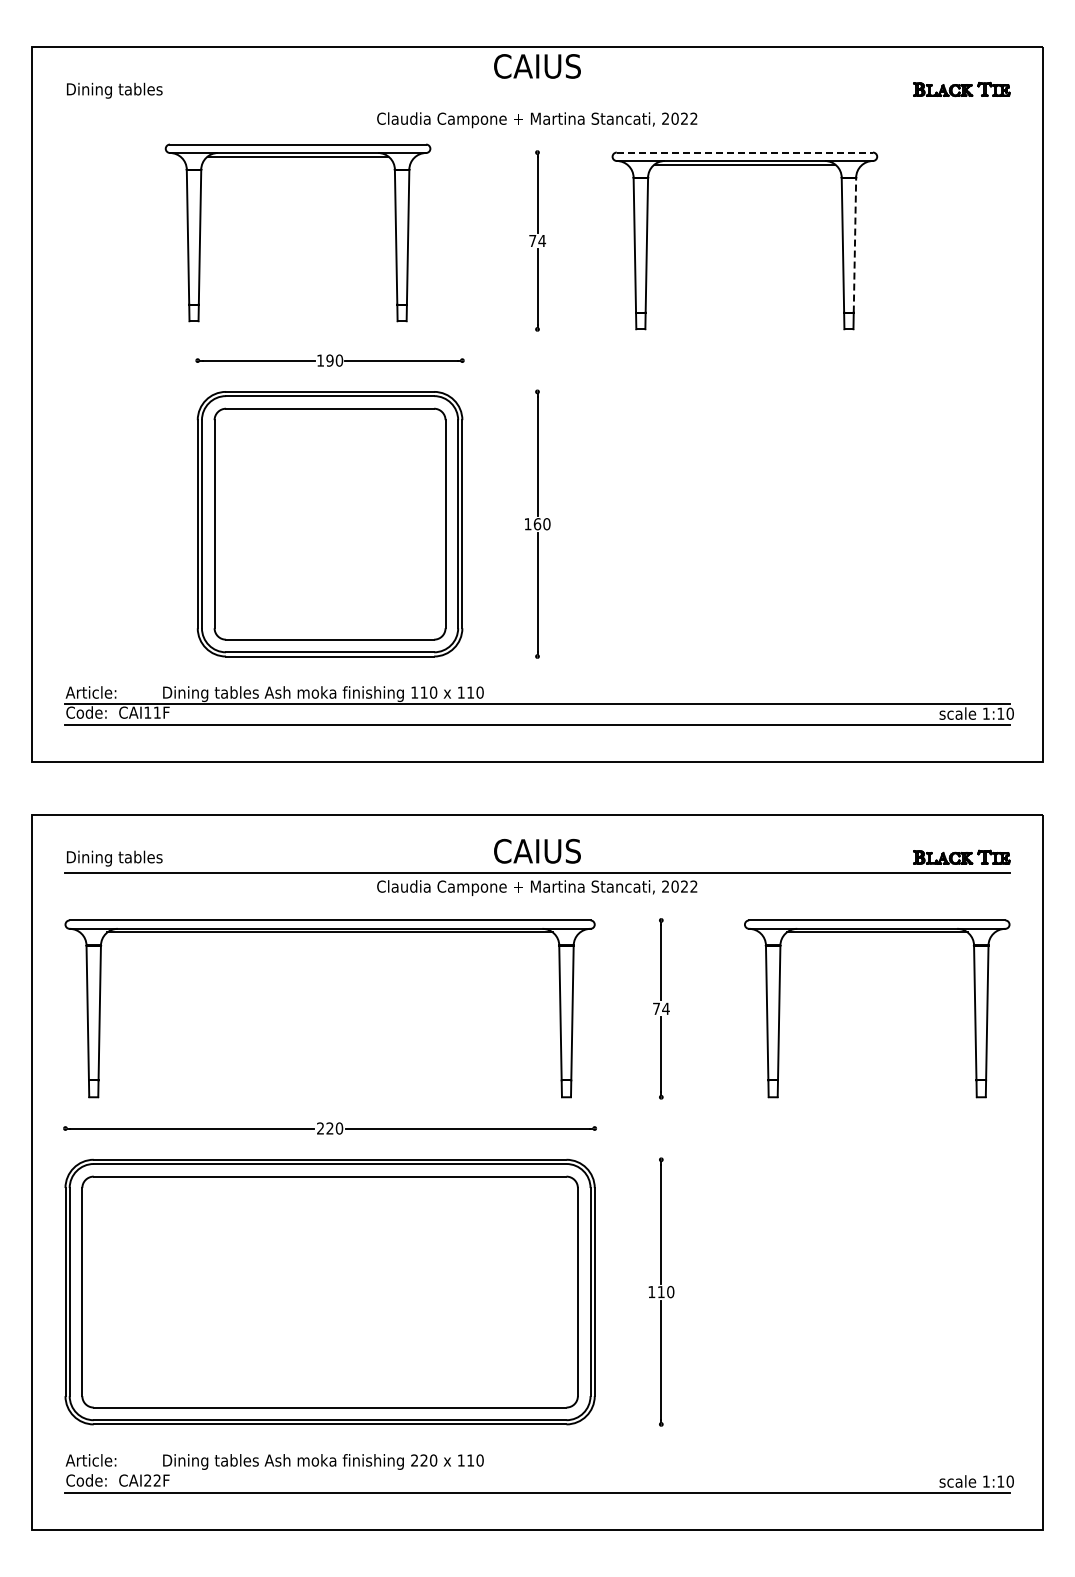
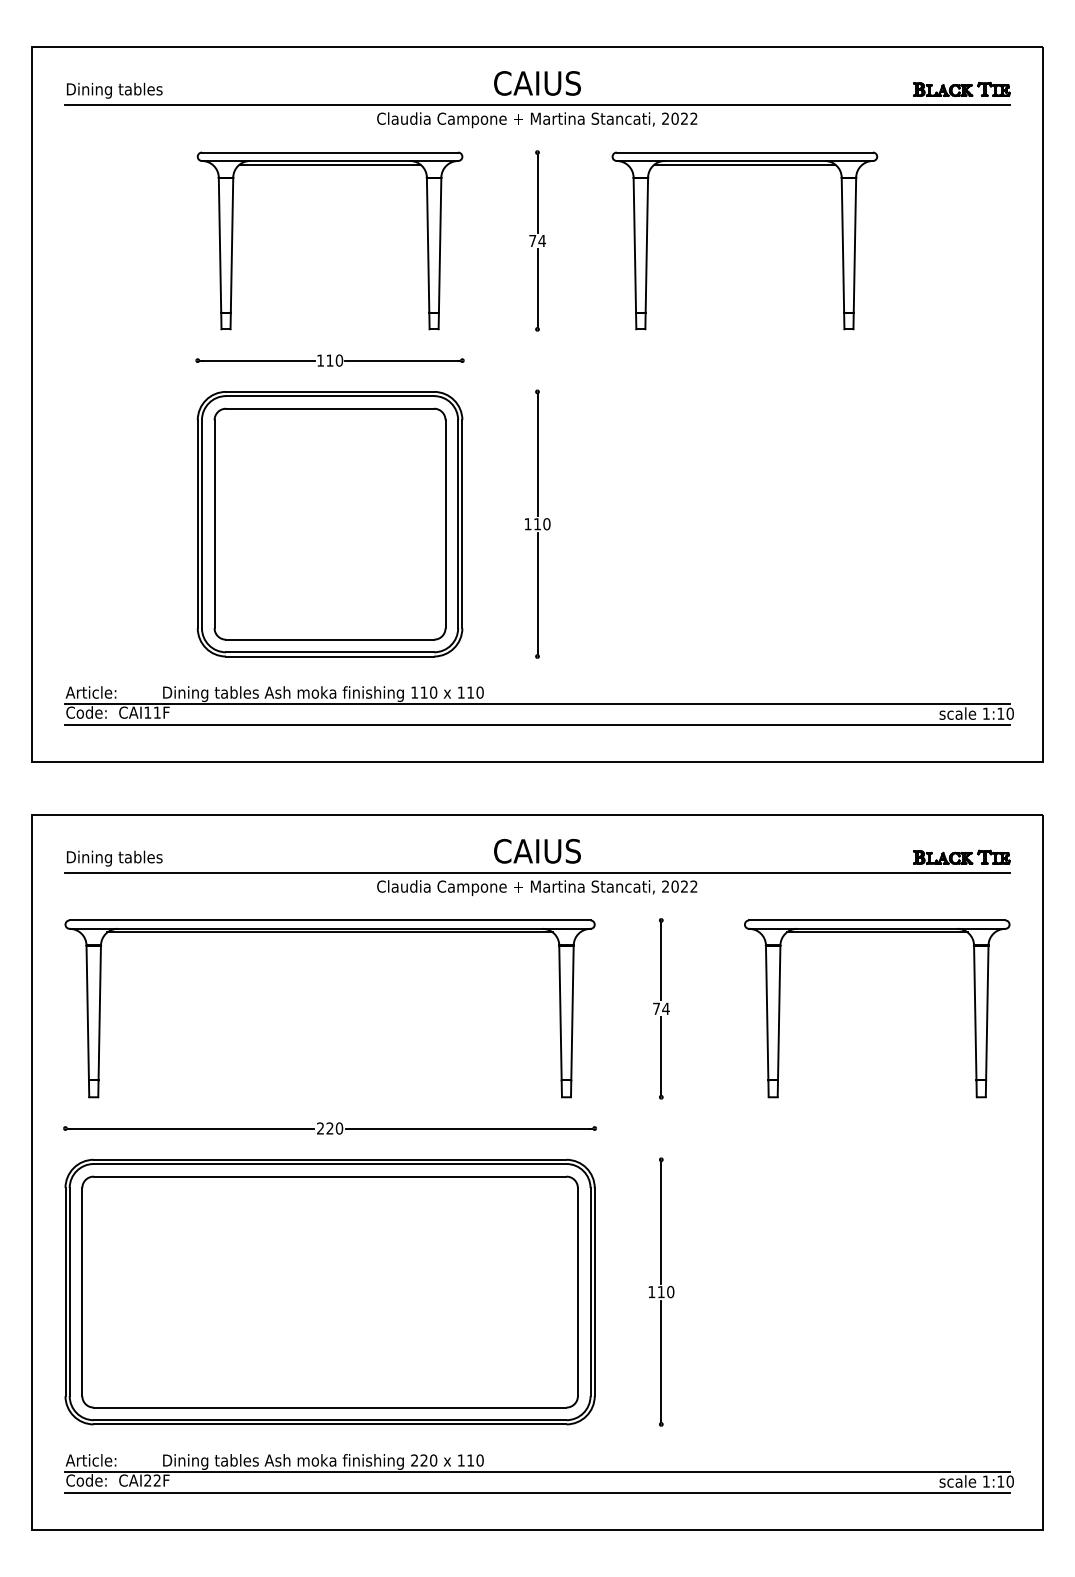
text at (537, 66) position: (537, 66) -> (537, 83)
line at (537, 104): none -> present
line at (745, 152): dashed -> solid
part at (297, 157) position: (297, 157) -> (329, 165)
line at (854, 244): dashed -> solid
text at (329, 360): 190 -> 110
text at (537, 524): 160 -> 110
line at (537, 1472): none -> present
